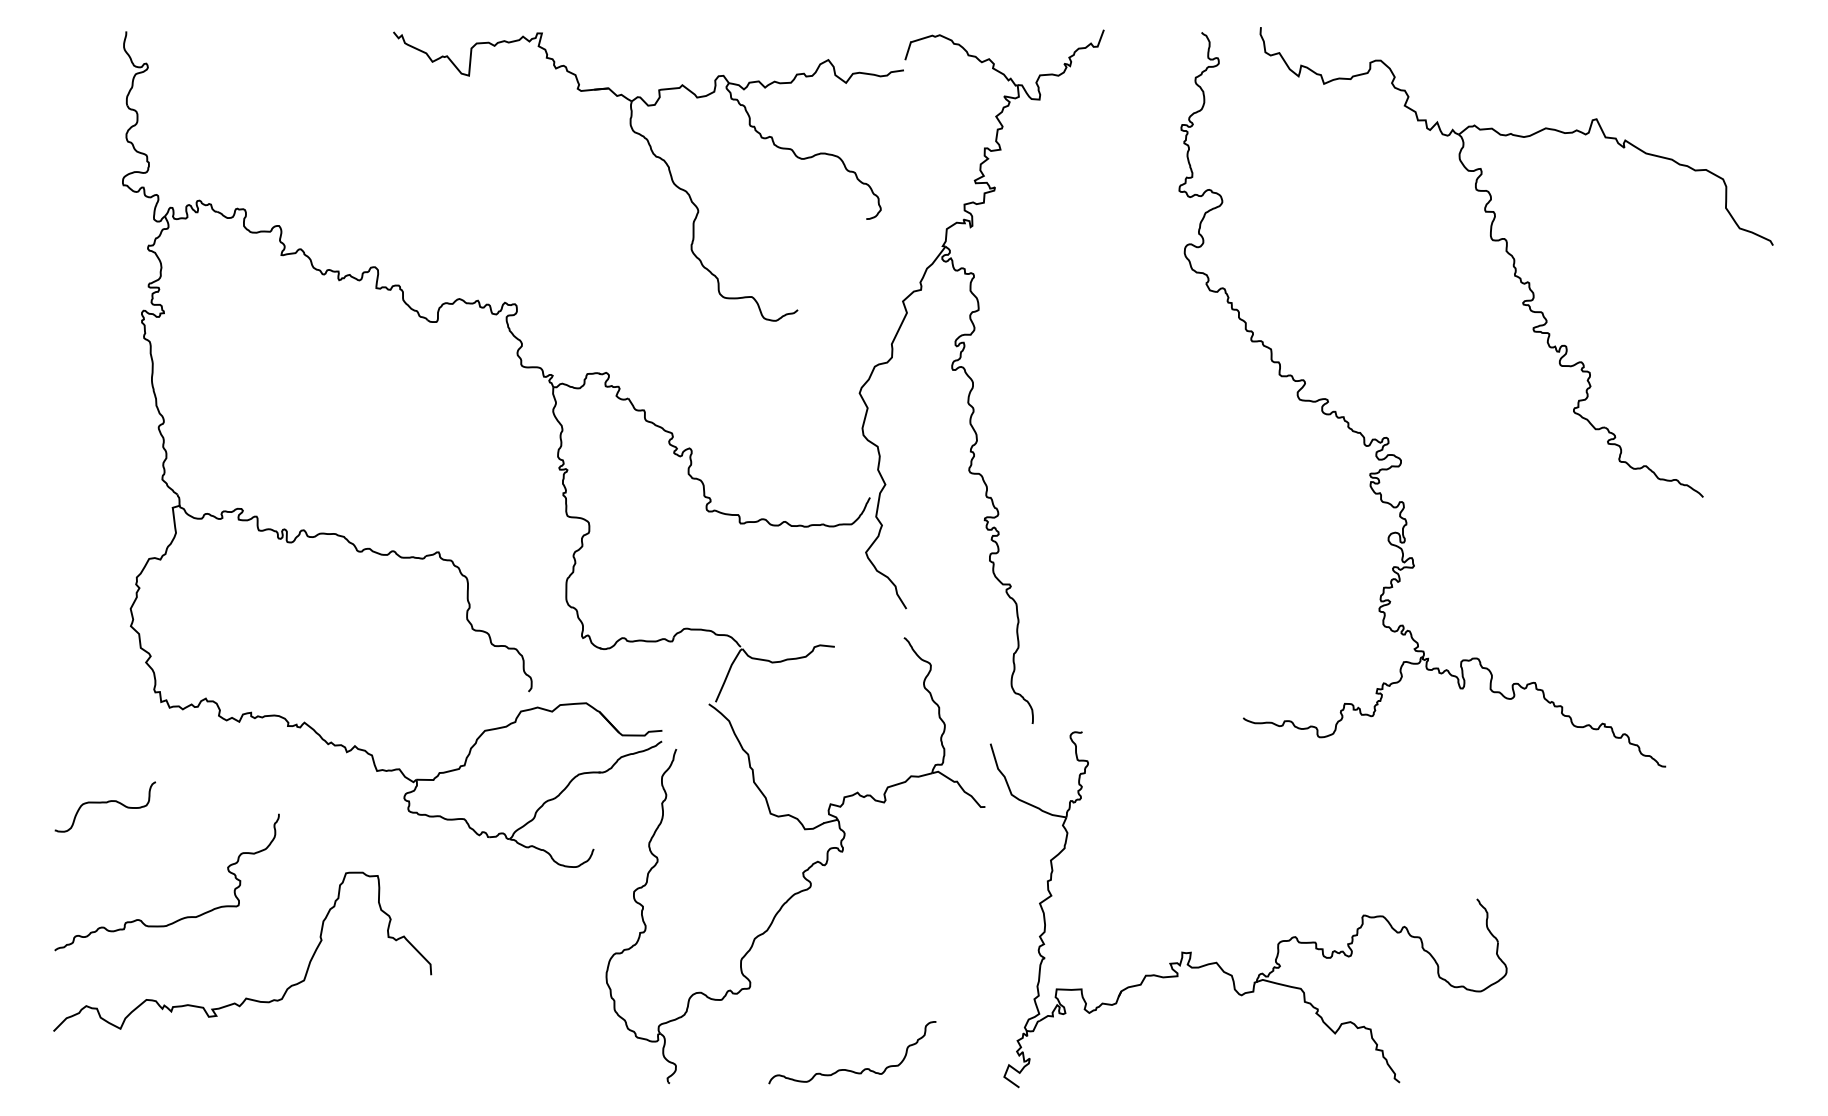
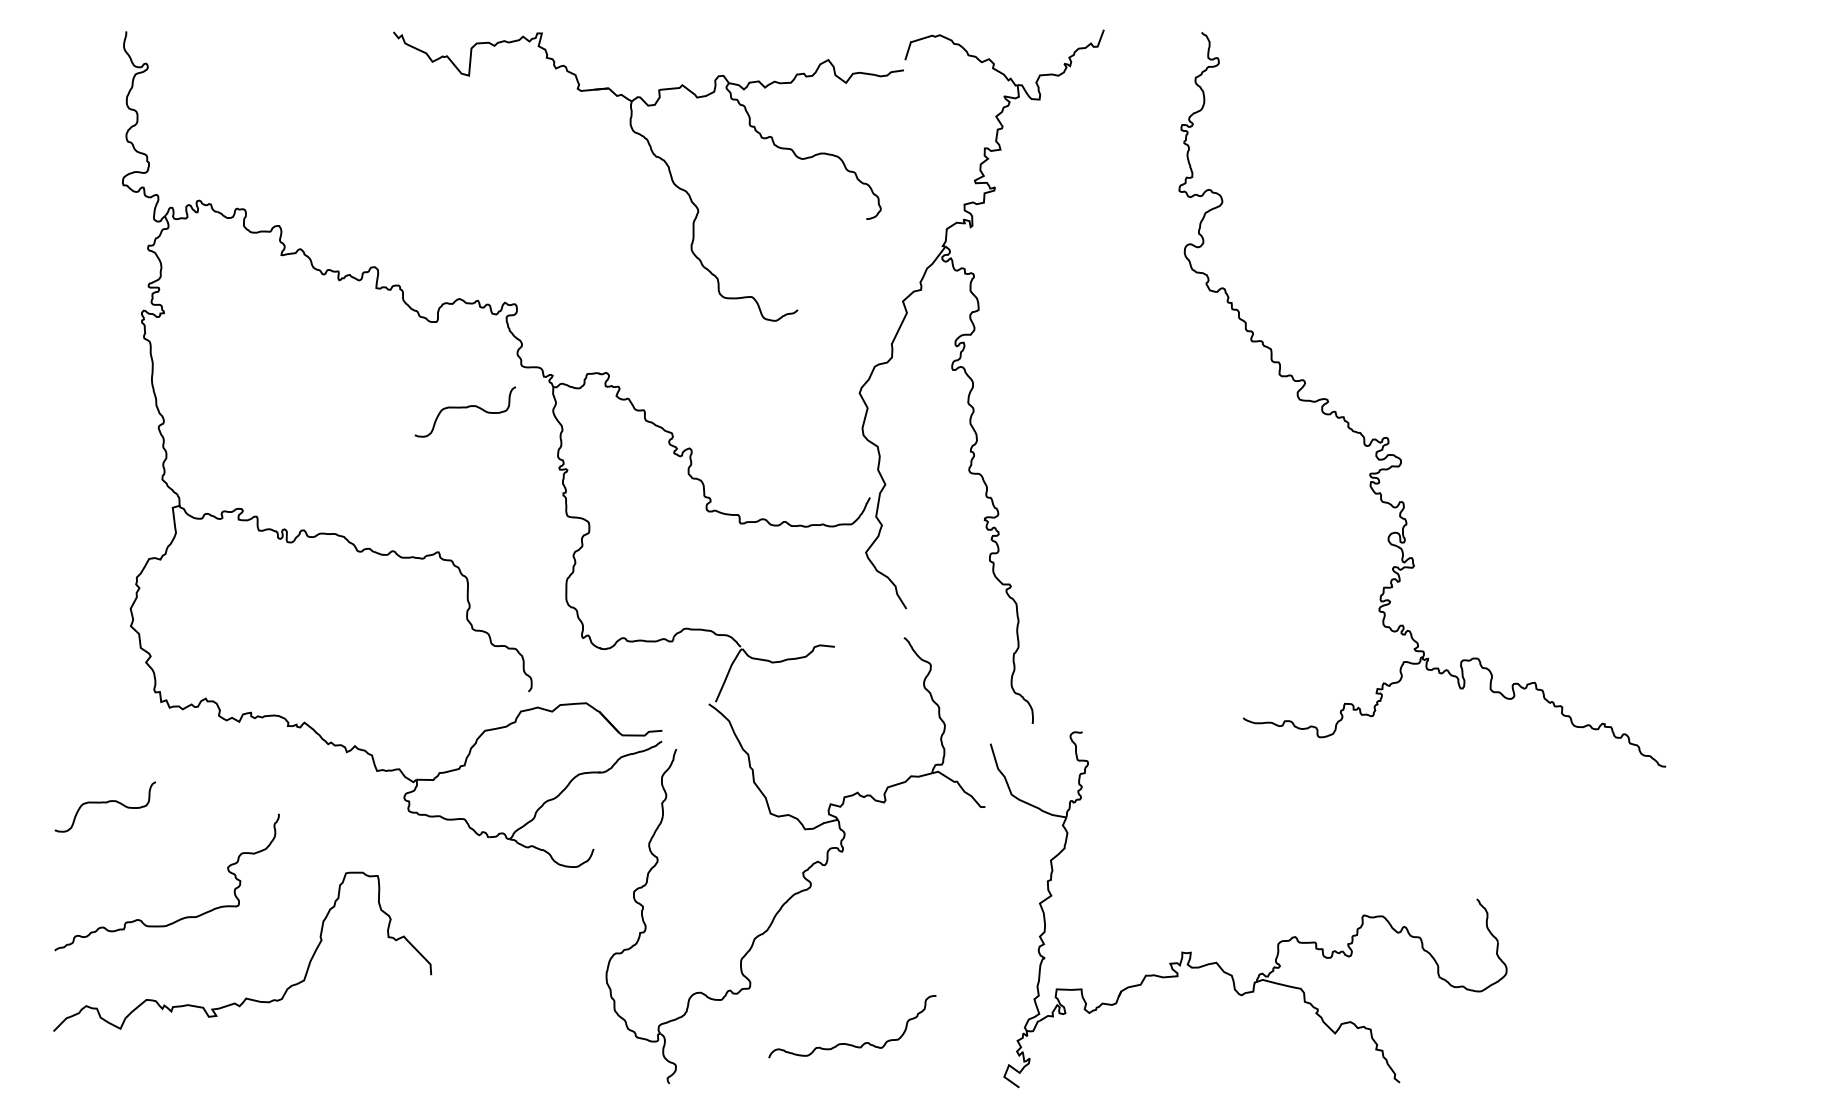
part at (1516, 262): present -> none
curve at (465, 408): none -> present
curve at (848, 1069) position: (848, 1069) -> (848, 1043)
